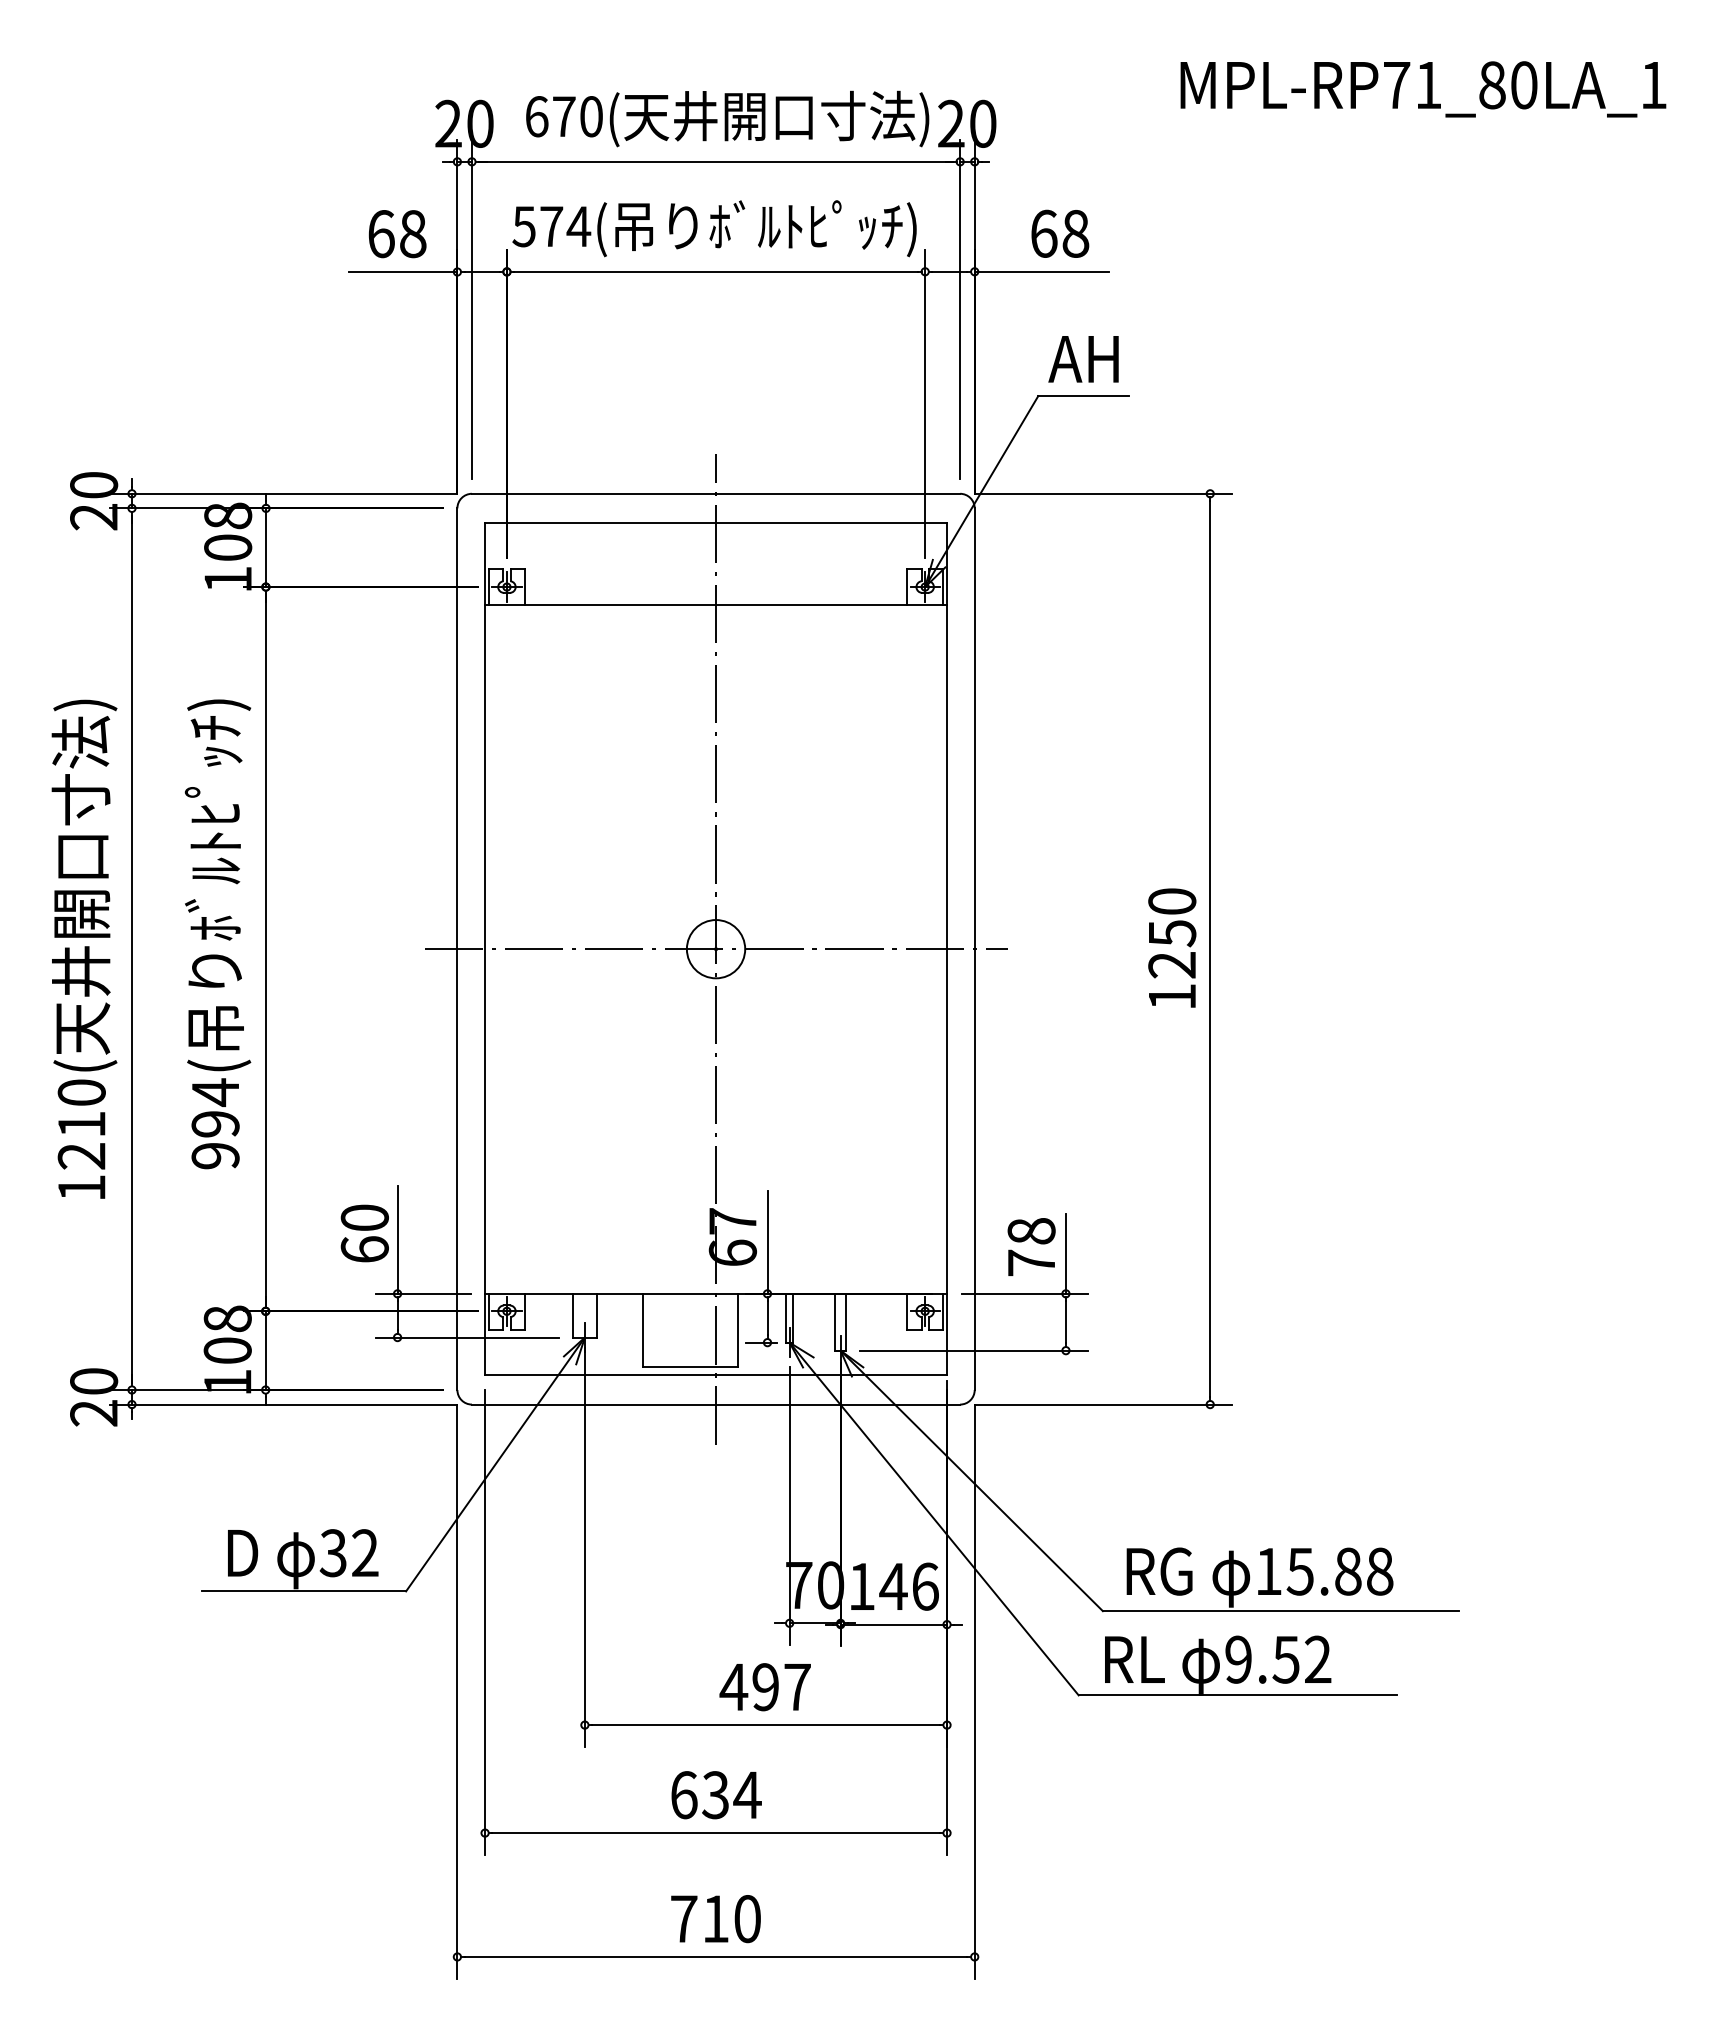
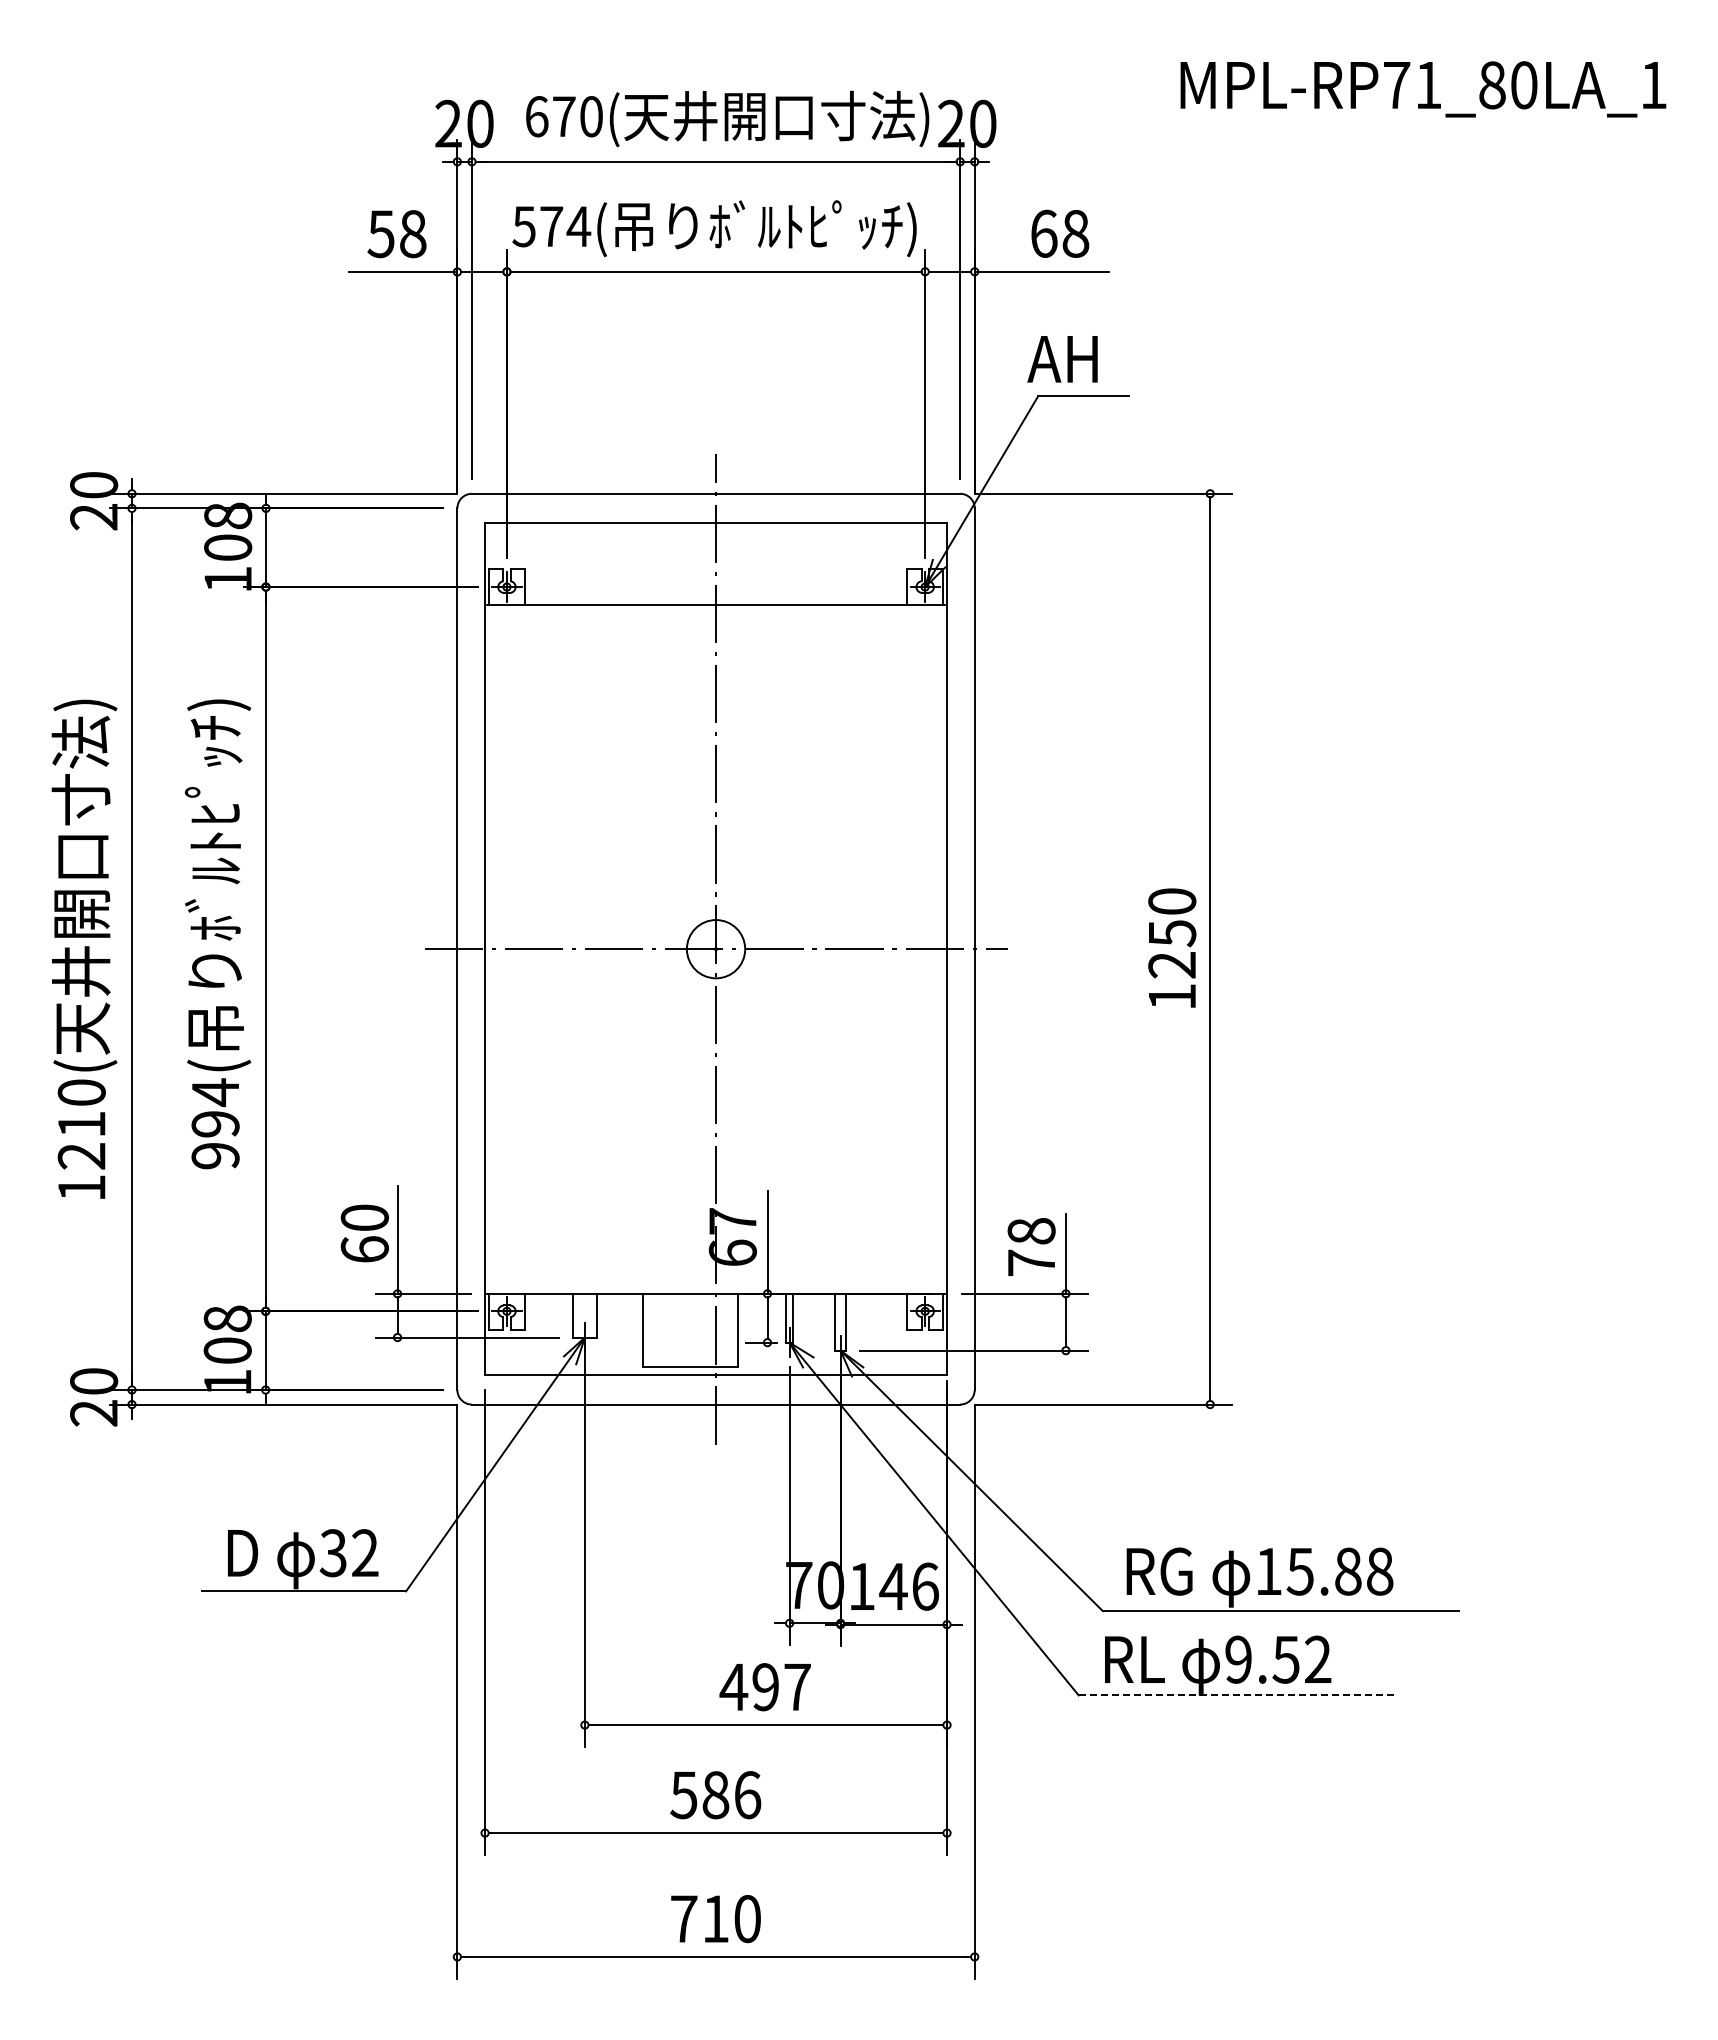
text at (380, 234): 68 -> 58
text at (1083, 359) position: (1083, 359) -> (1062, 359)
line at (1238, 1695): solid -> dashed
text at (715, 1795): 634 -> 586
